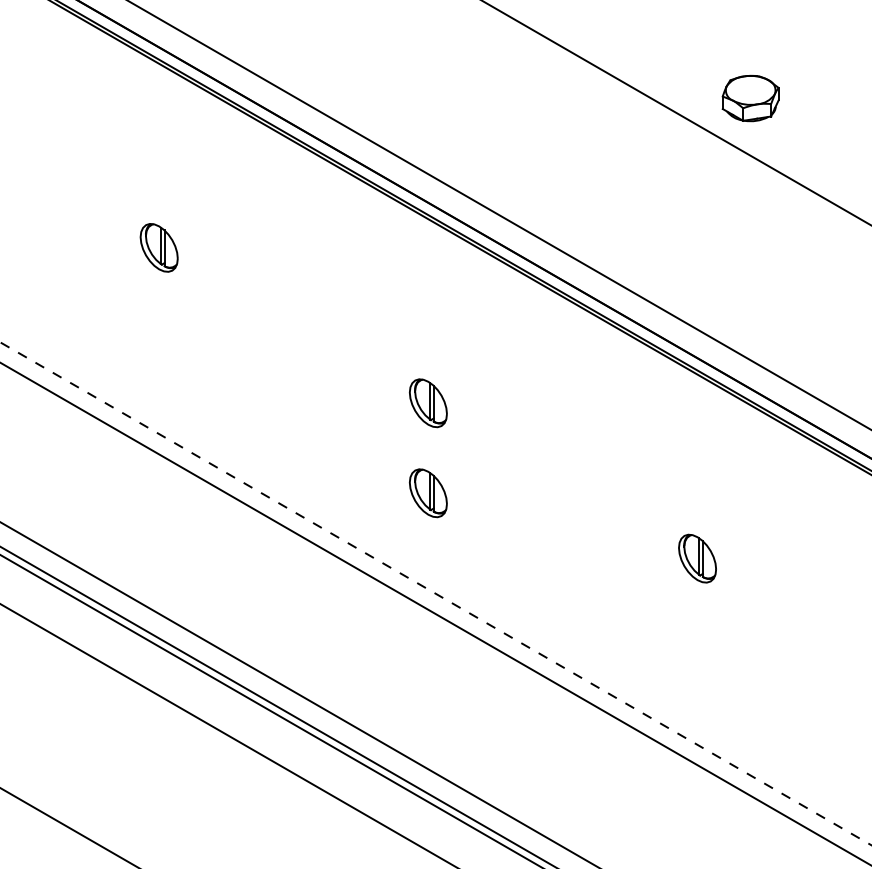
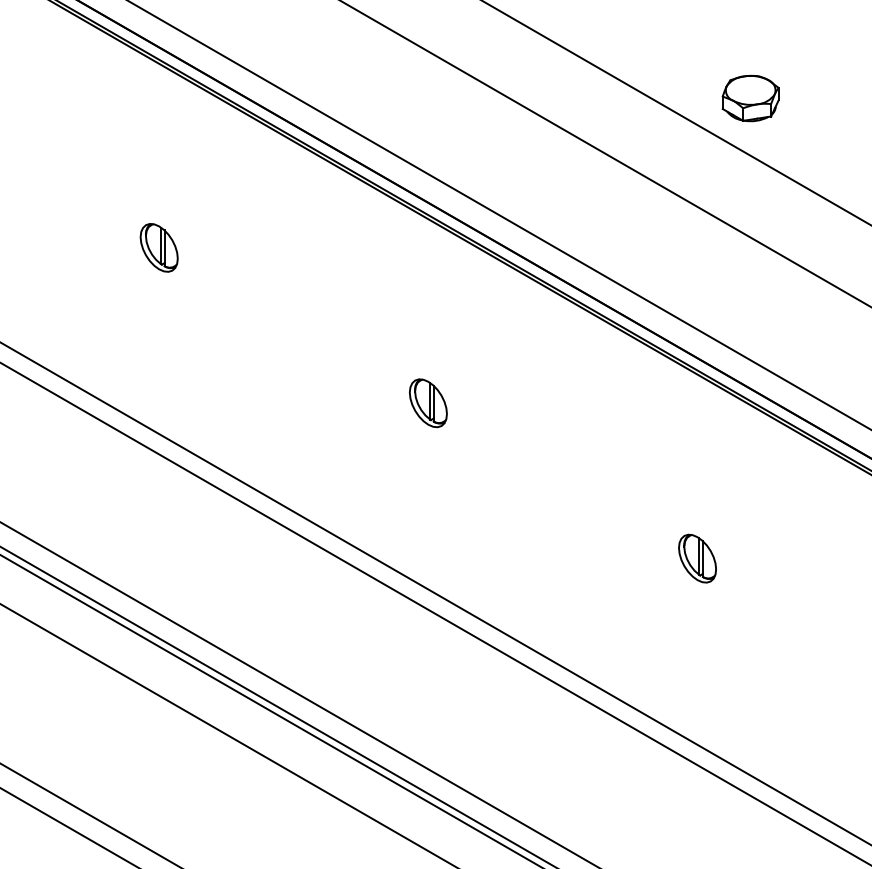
line at (605, 153): none -> present
part at (427, 493): present -> none
line at (435, 593): dashed -> solid
line at (89, 814): none -> present
